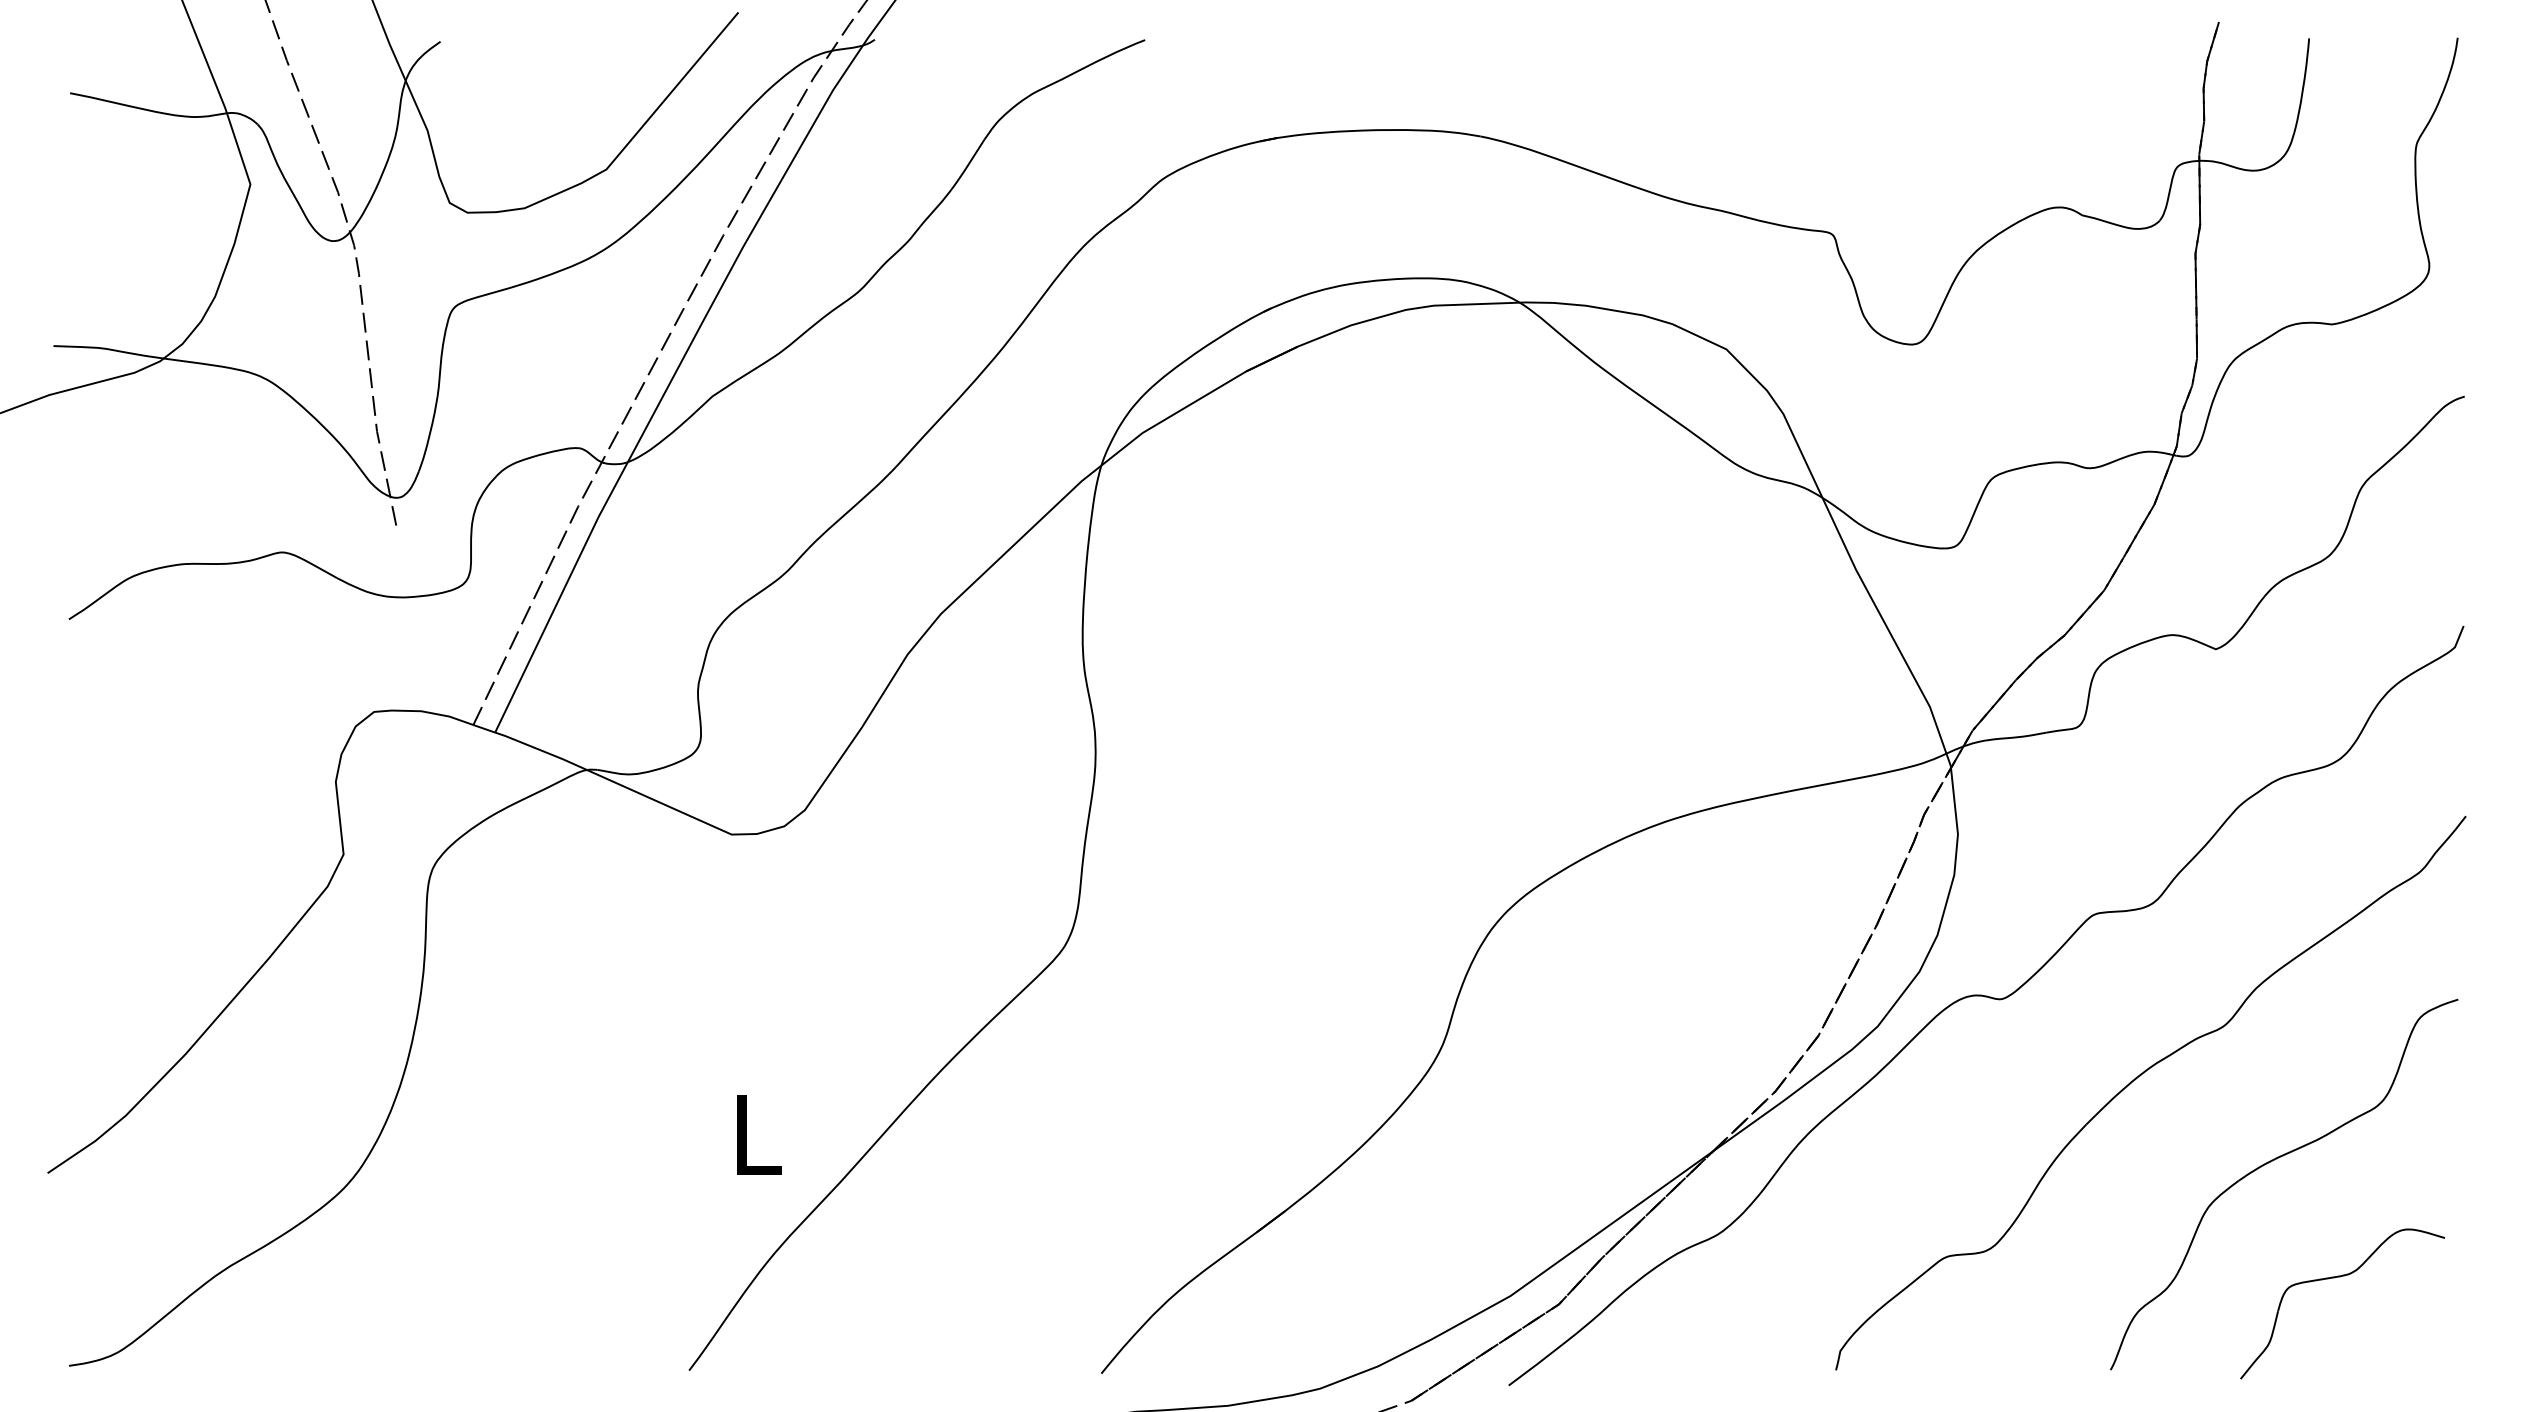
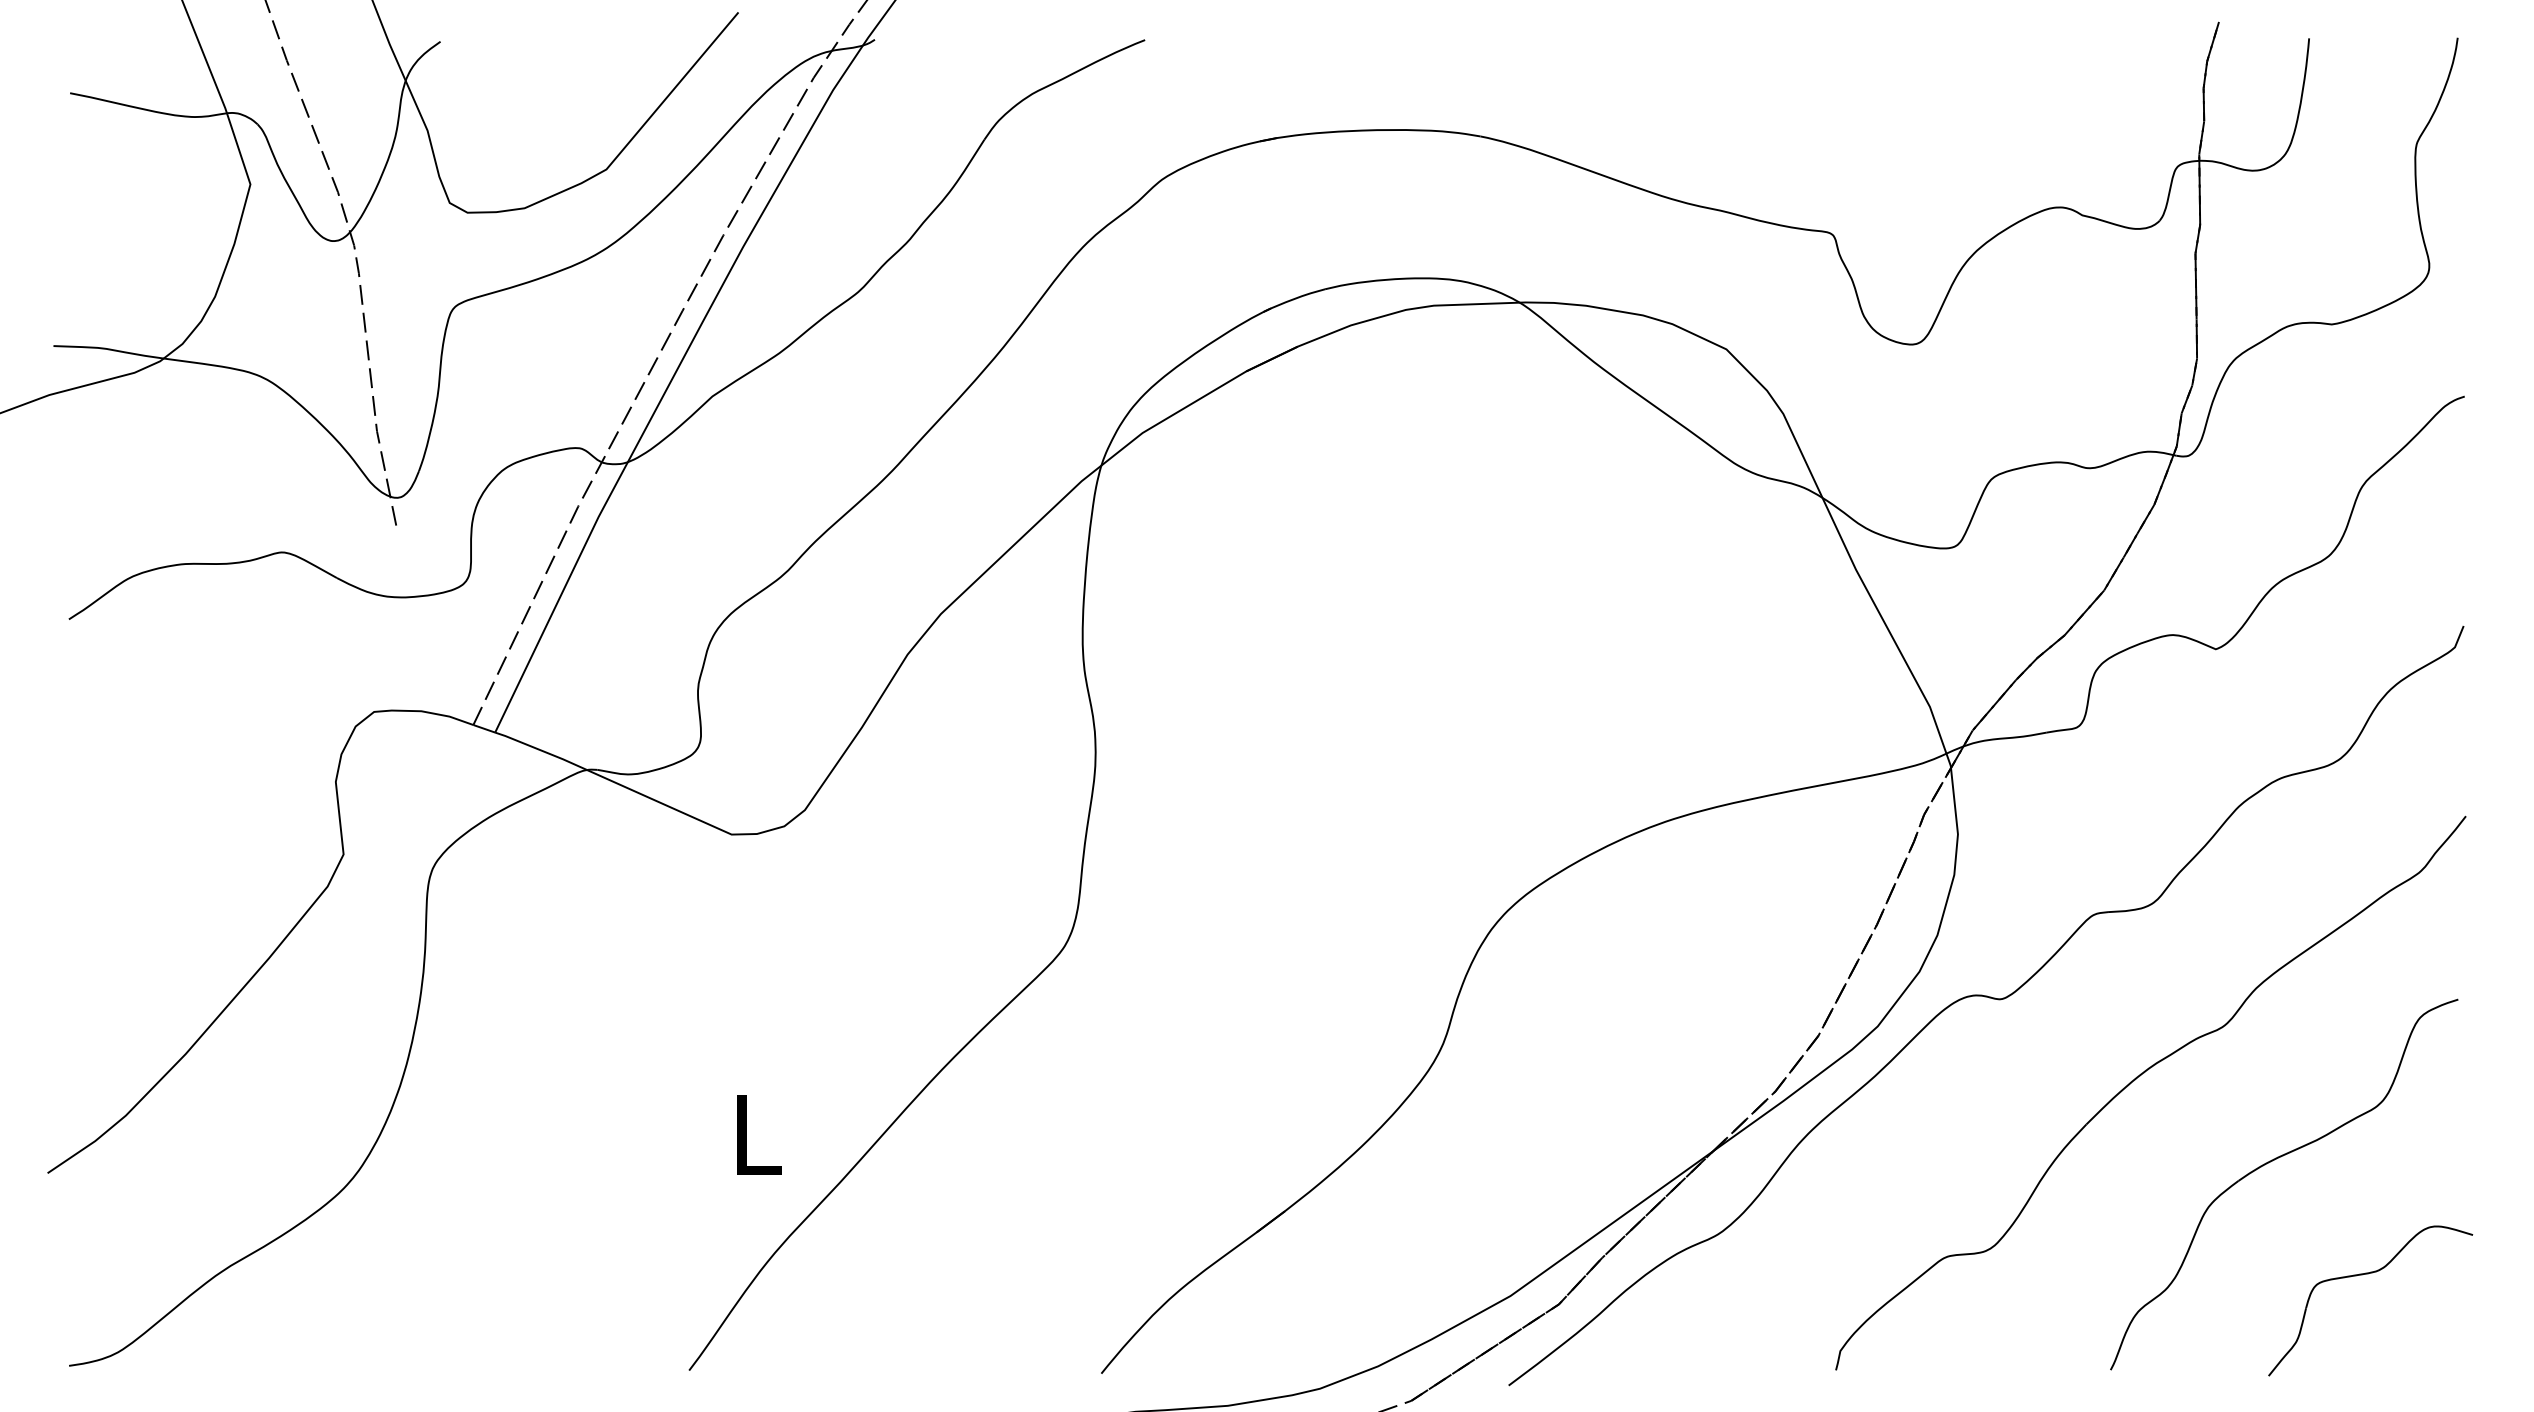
part at (2340, 1277) position: (2340, 1277) -> (2368, 1274)
